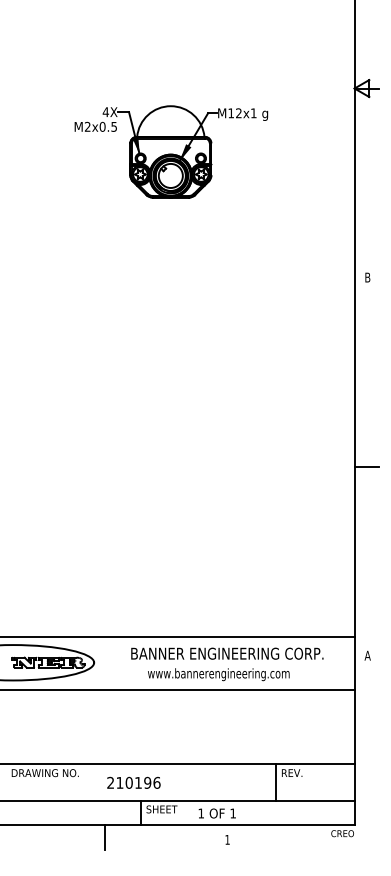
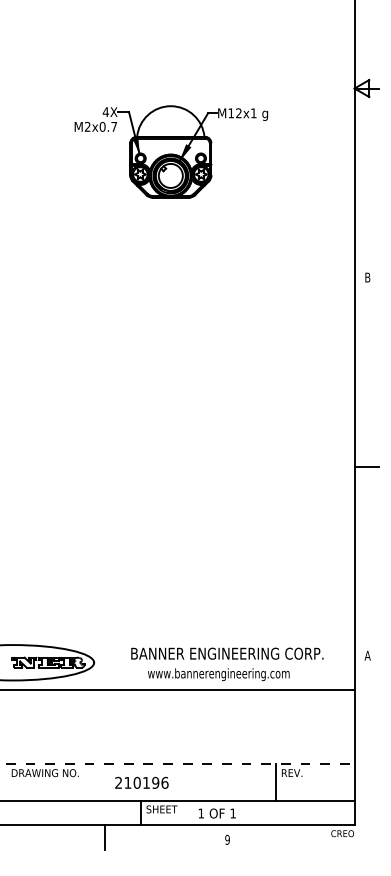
text at (113, 126): M2x0.5 -> M2x0.7
line at (178, 636): present -> none
line at (177, 764): solid -> dashed
text at (133, 782) position: (133, 782) -> (141, 782)
text at (227, 839): 1 -> 9
